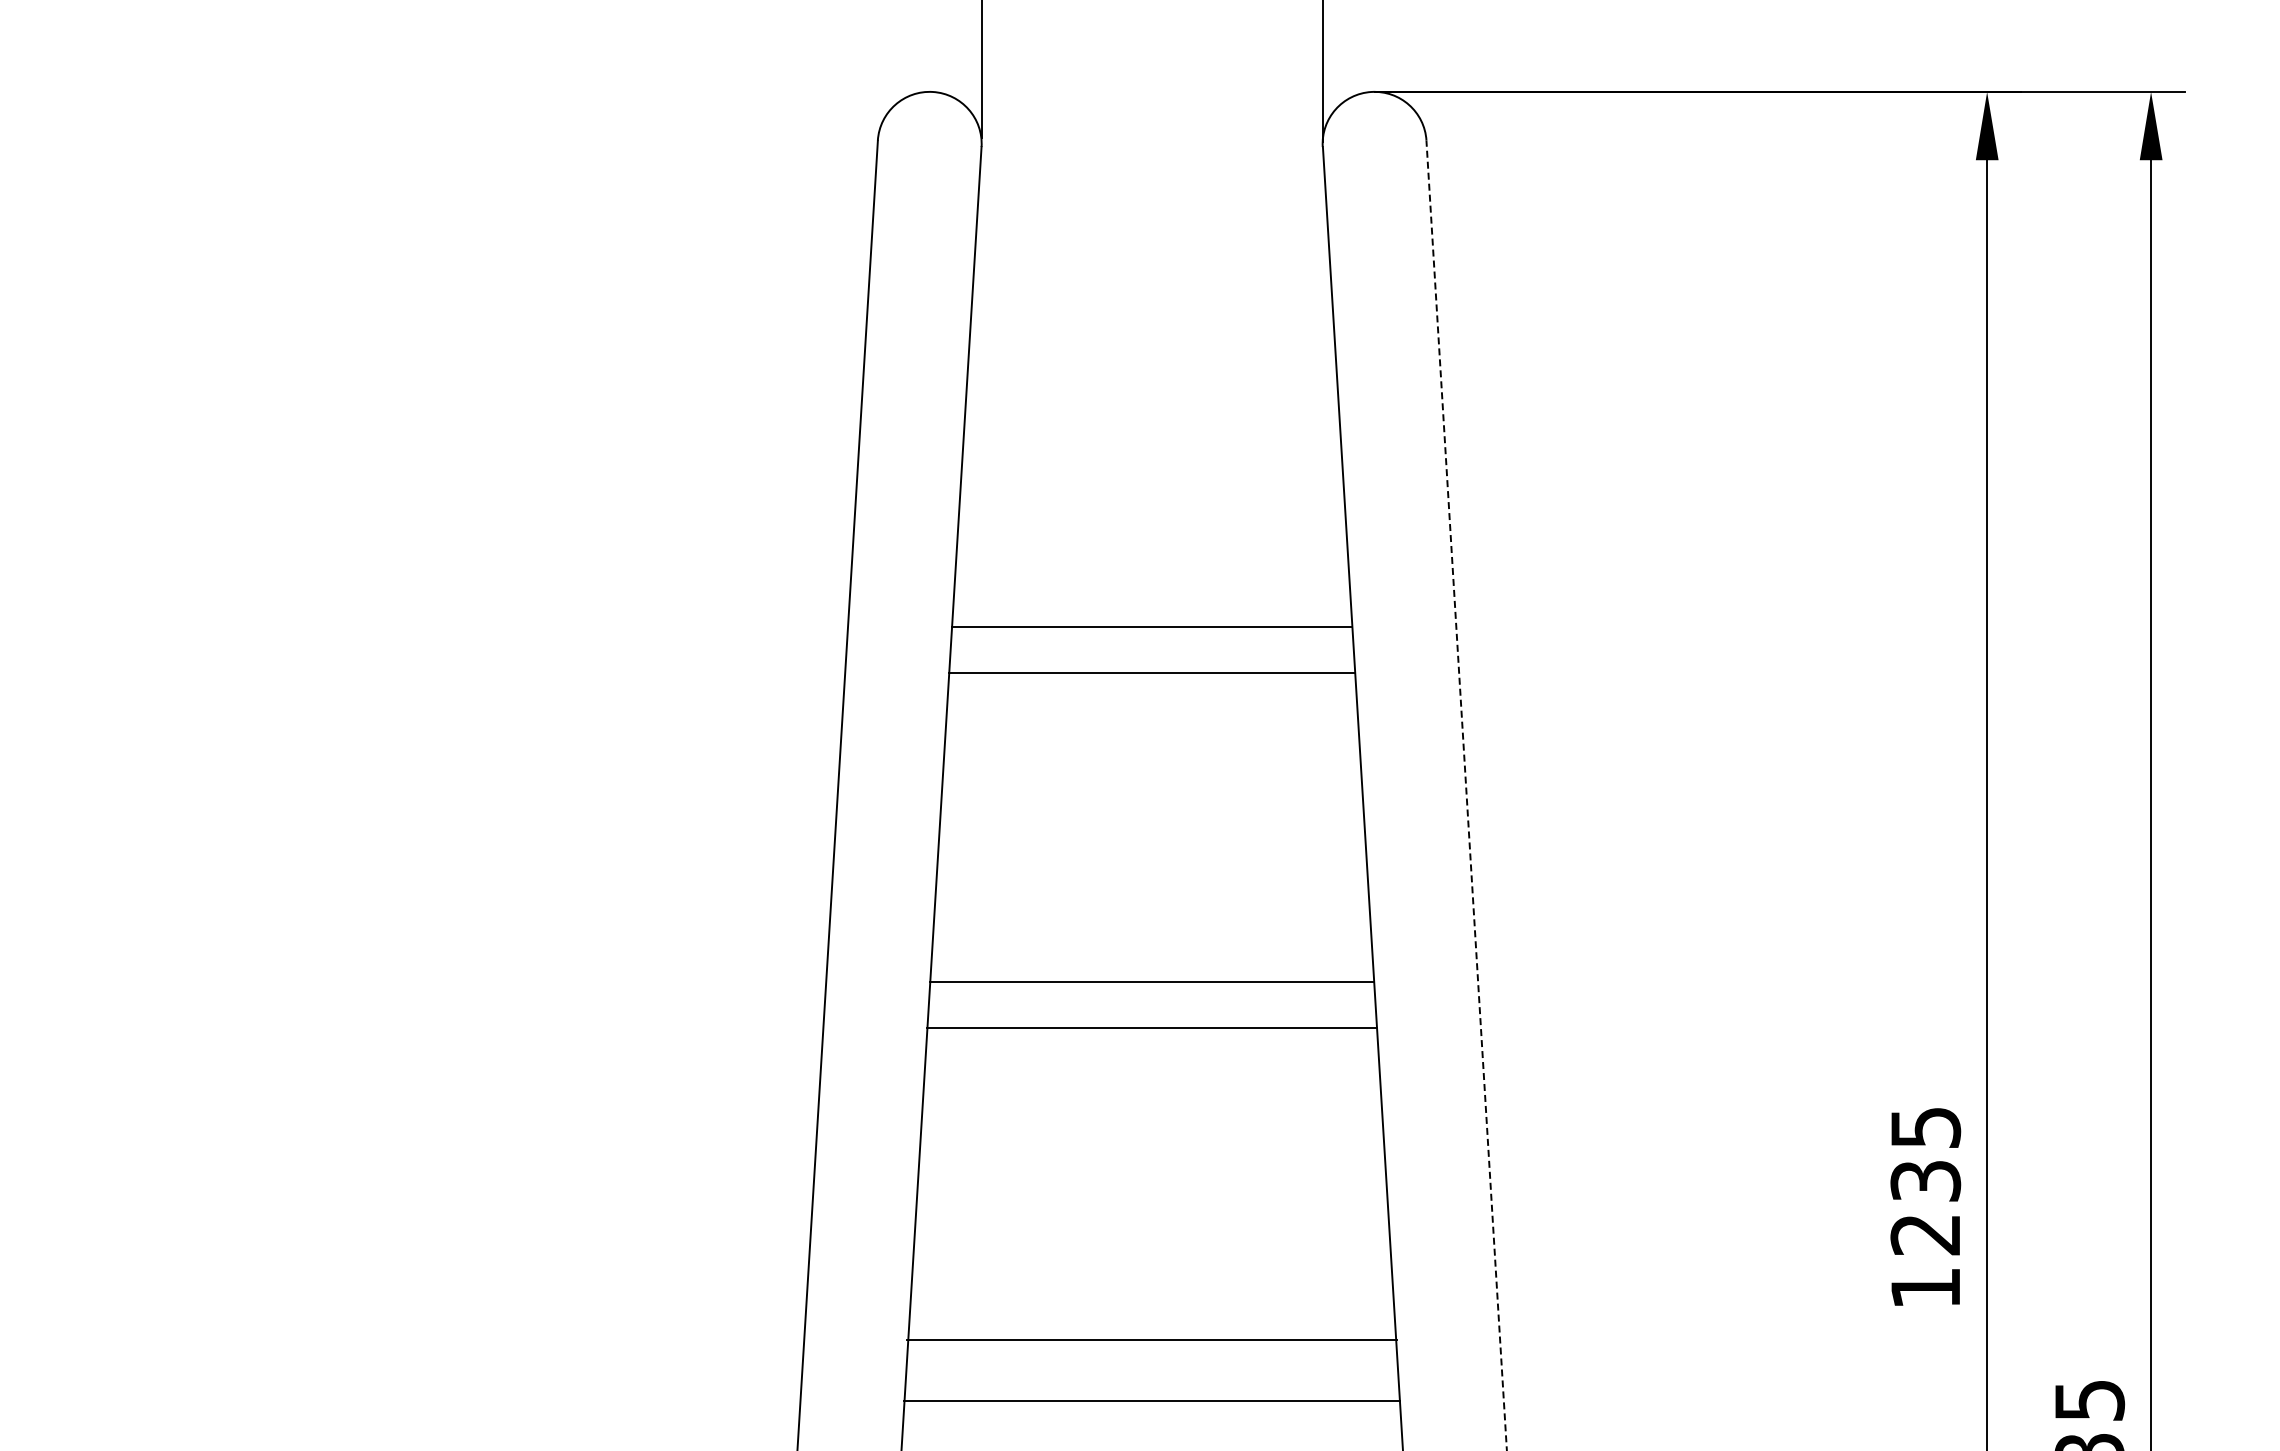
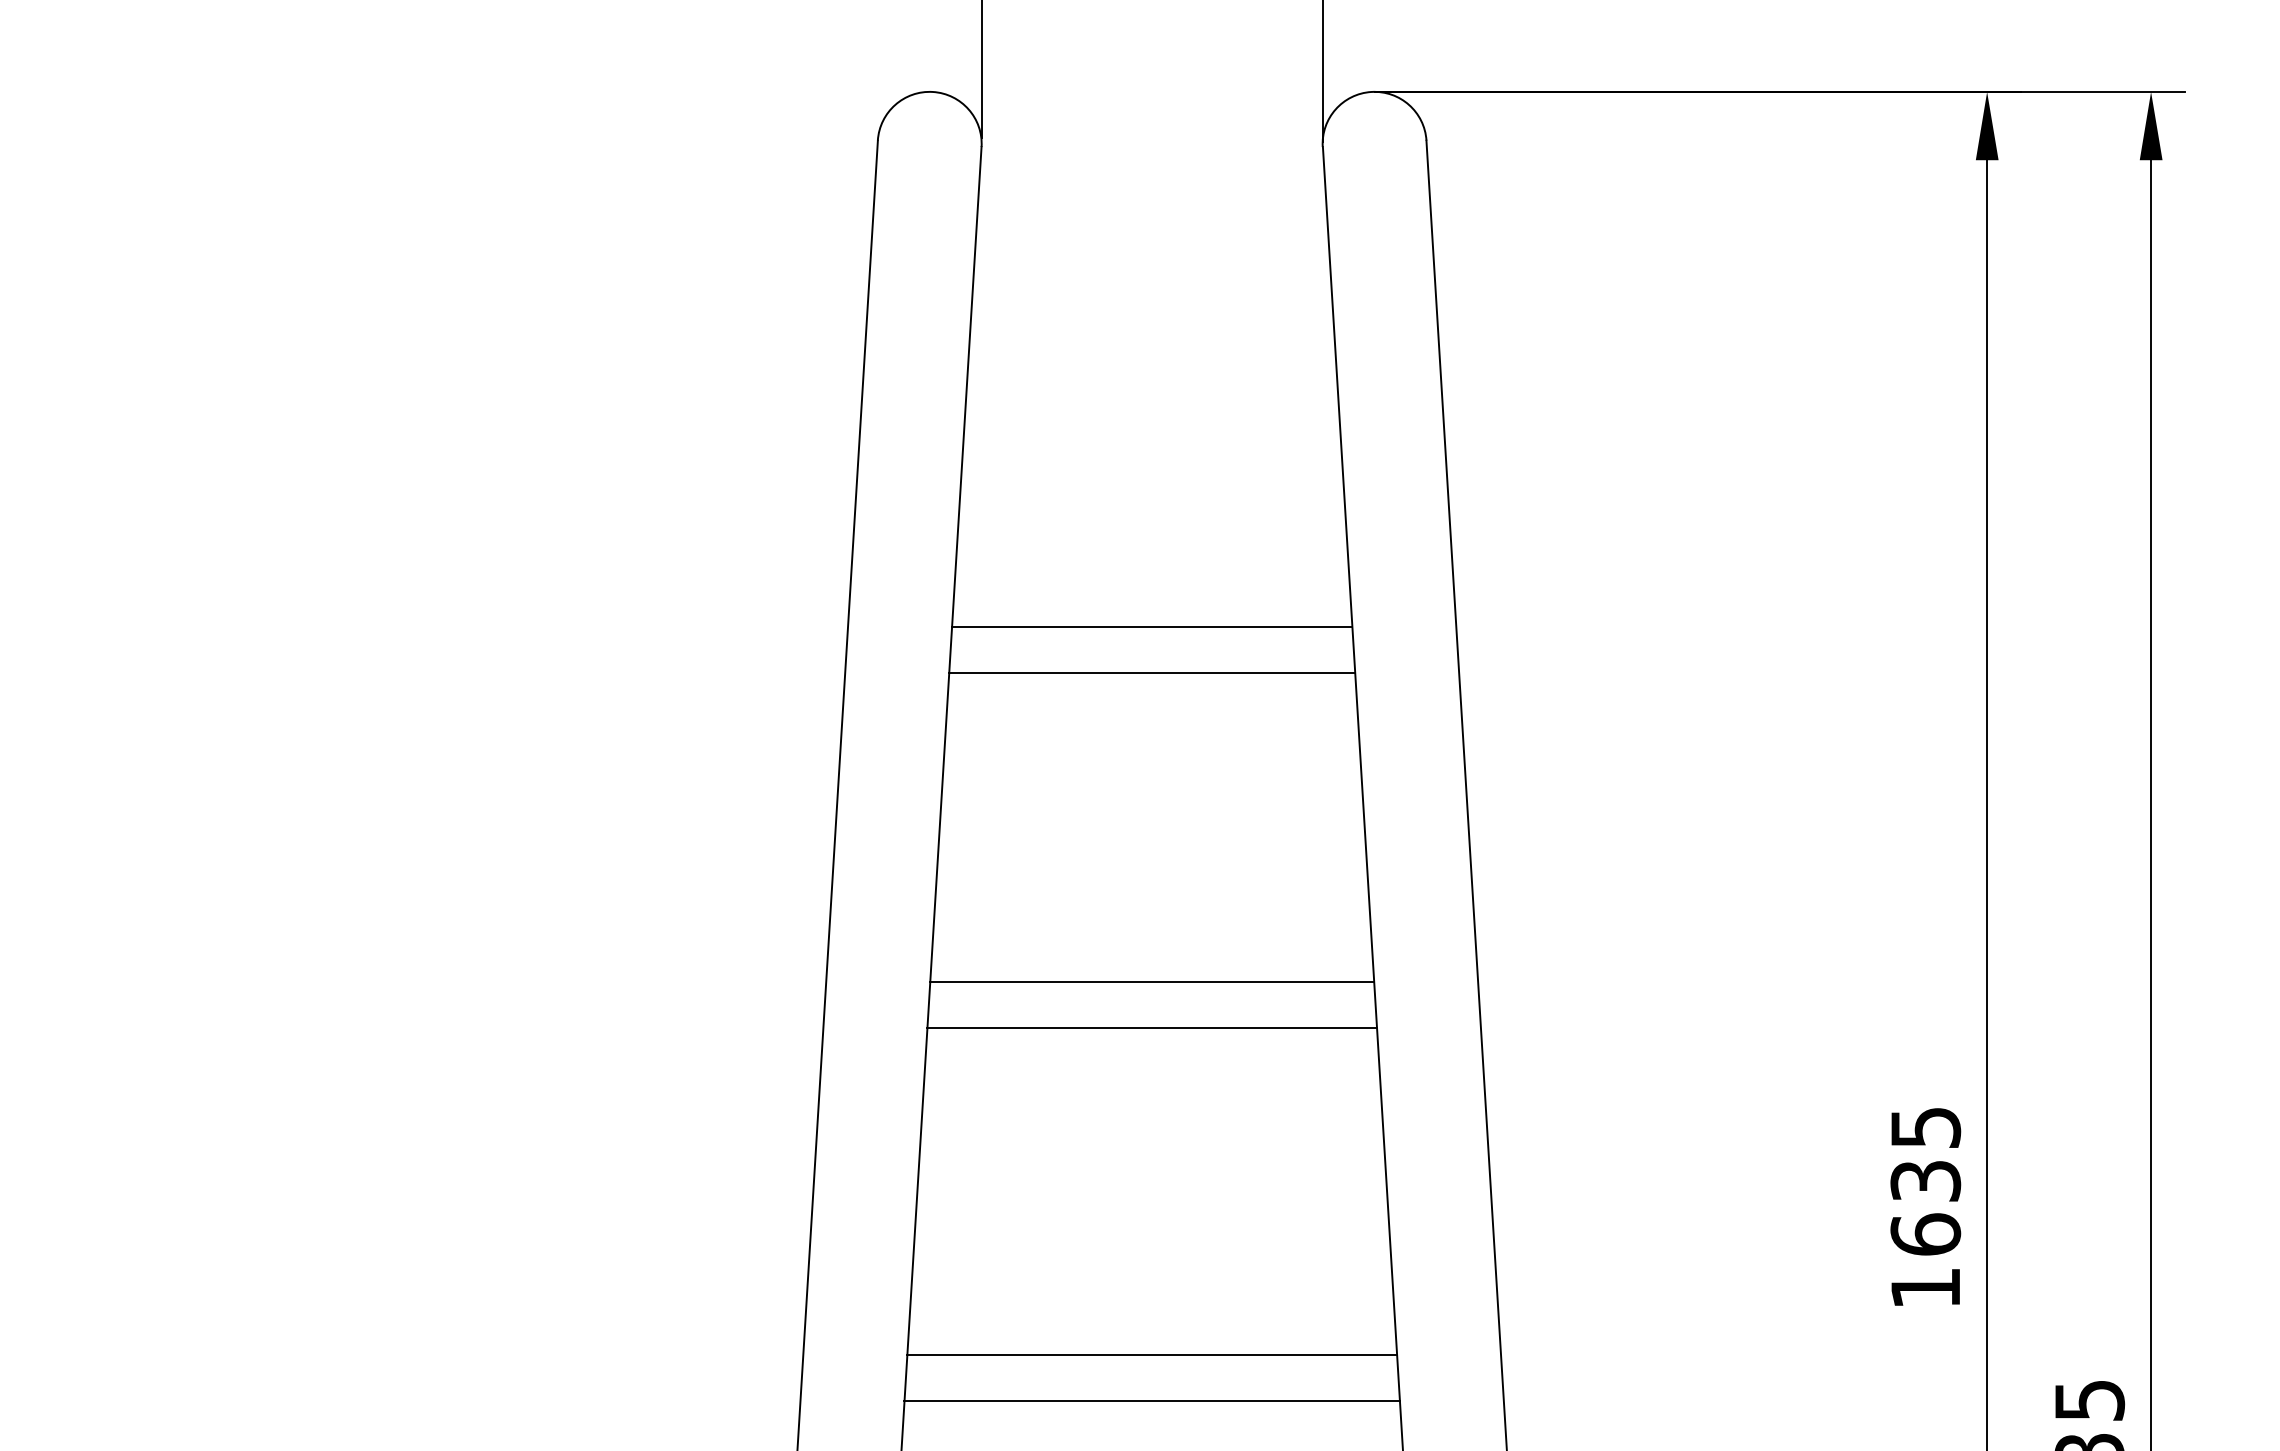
line at (1466, 795): dashed -> solid
text at (1925, 1234): 1235 -> 1635
line at (1151, 1339) position: (1151, 1339) -> (1151, 1354)
